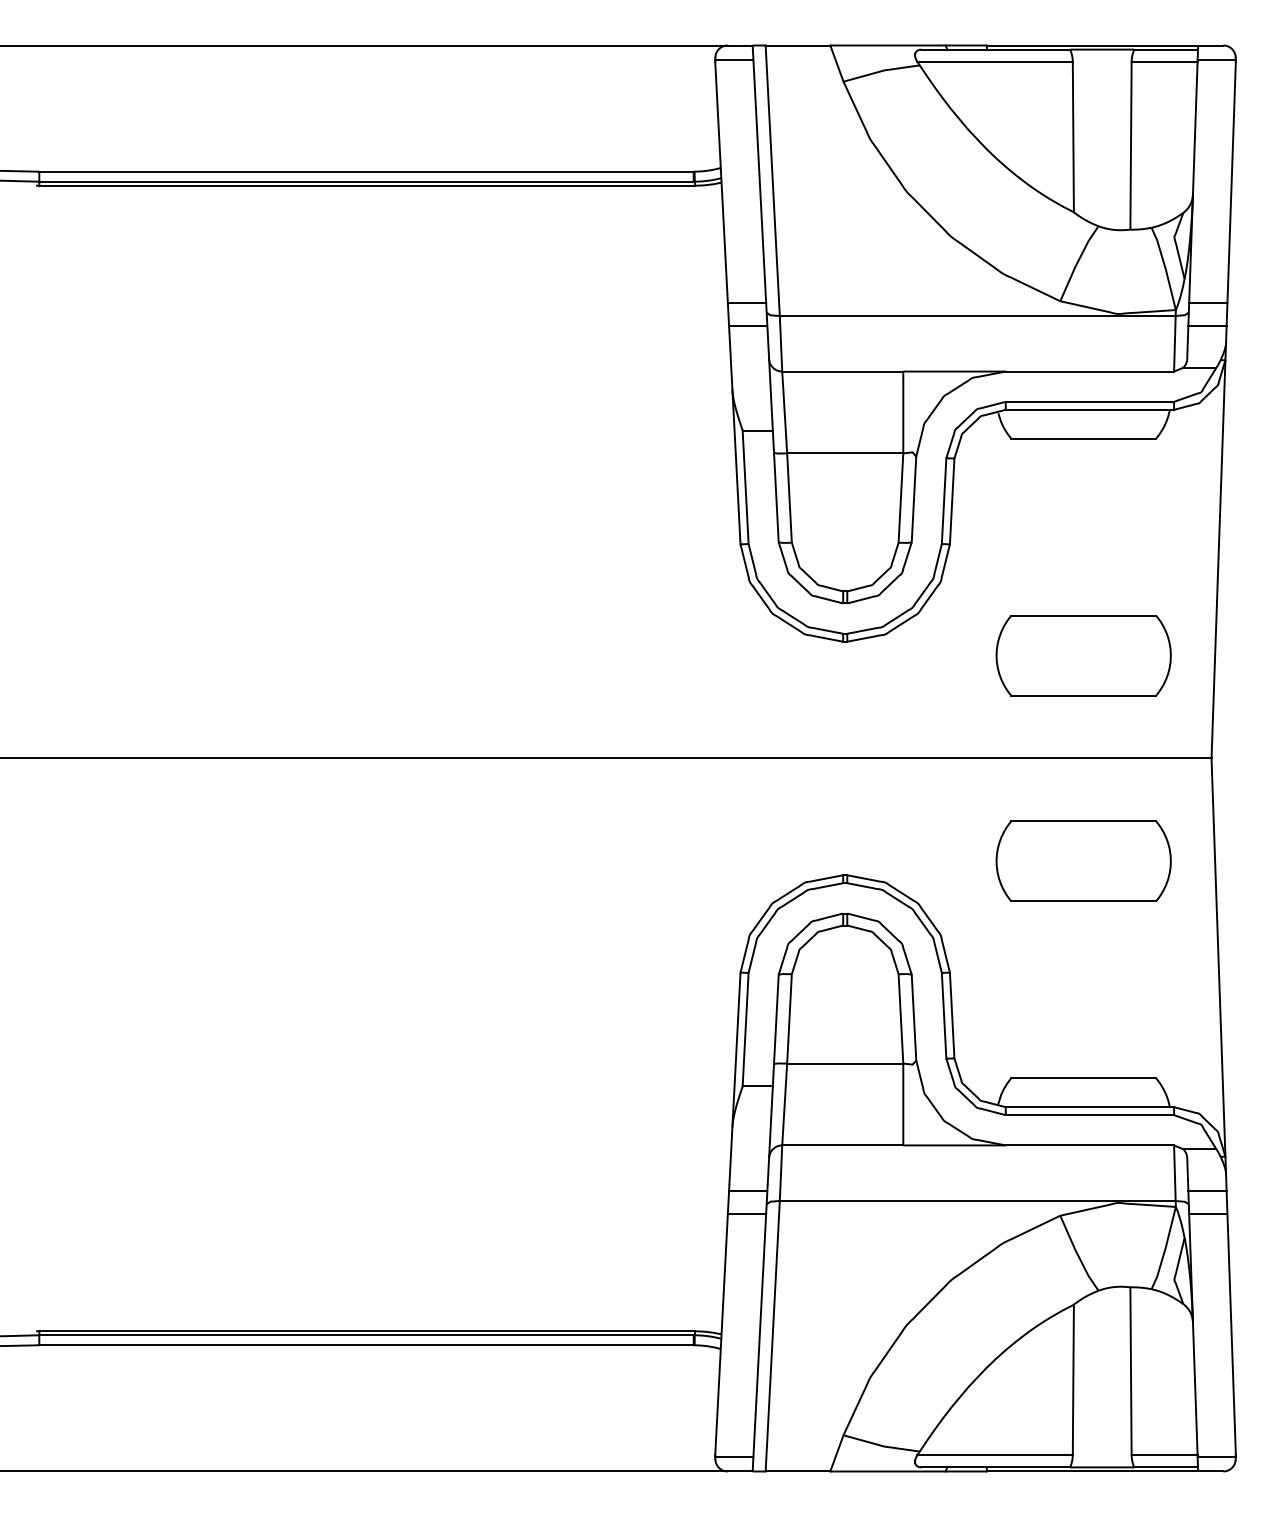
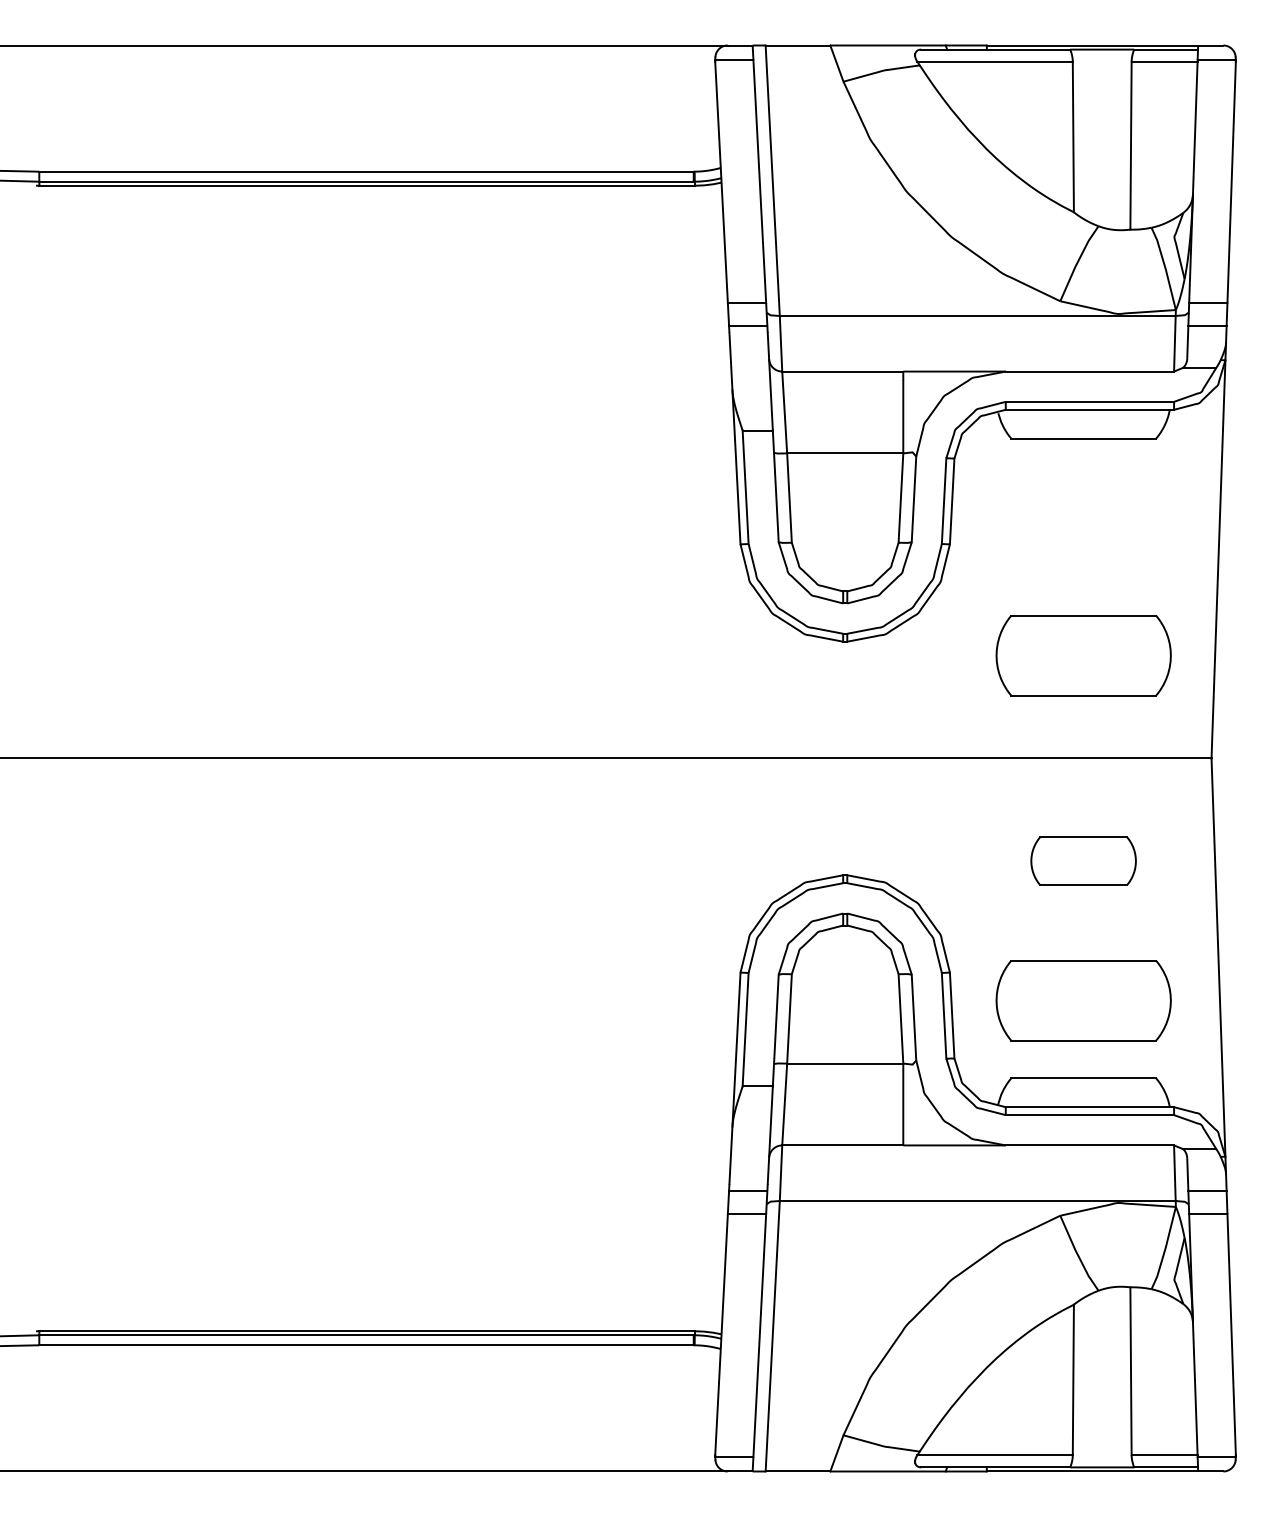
part at (1083, 860) size: 177x82 px -> 107x50 px
part at (1083, 1000): none -> present
